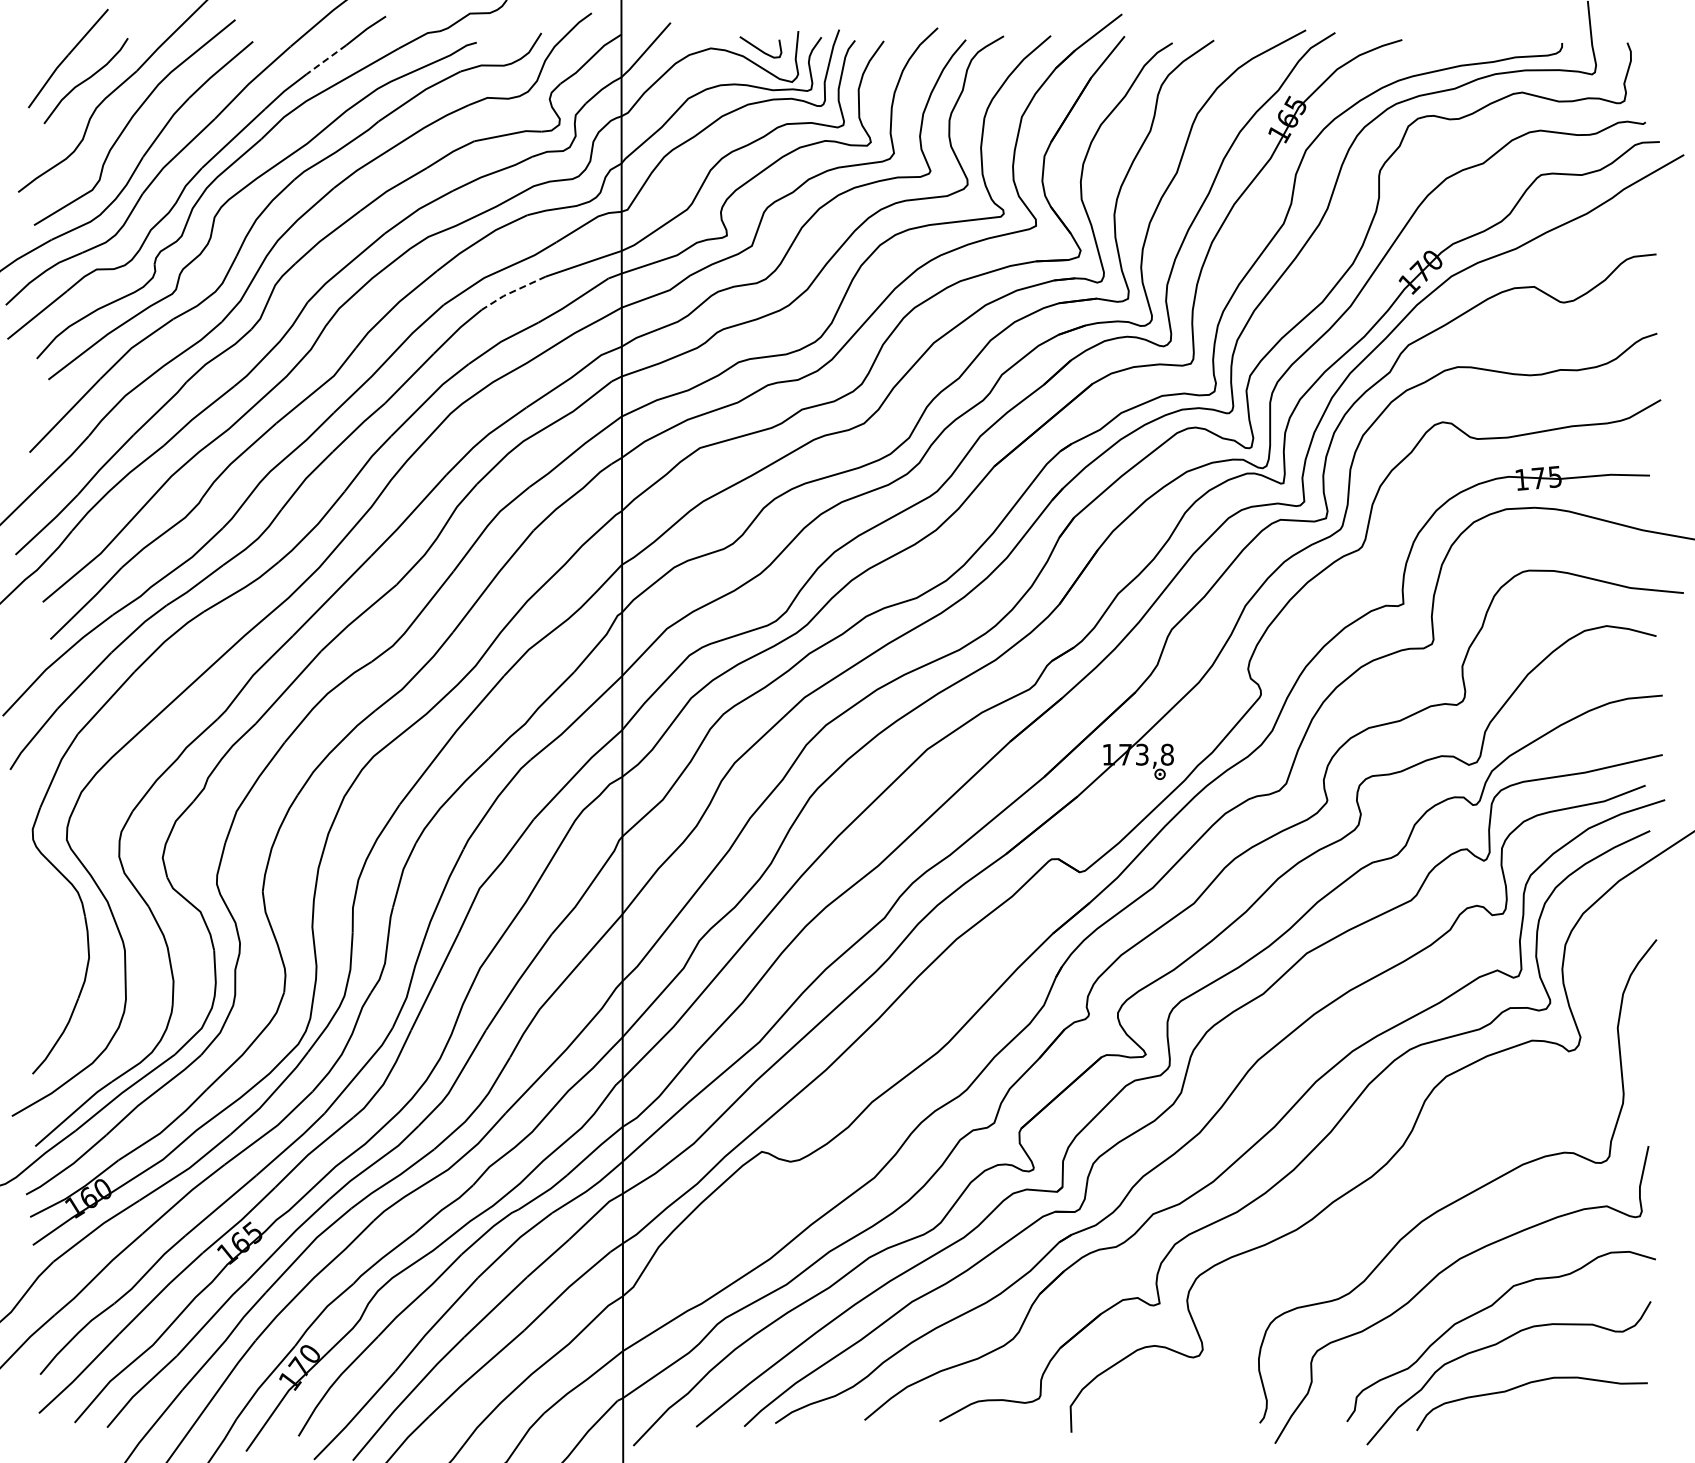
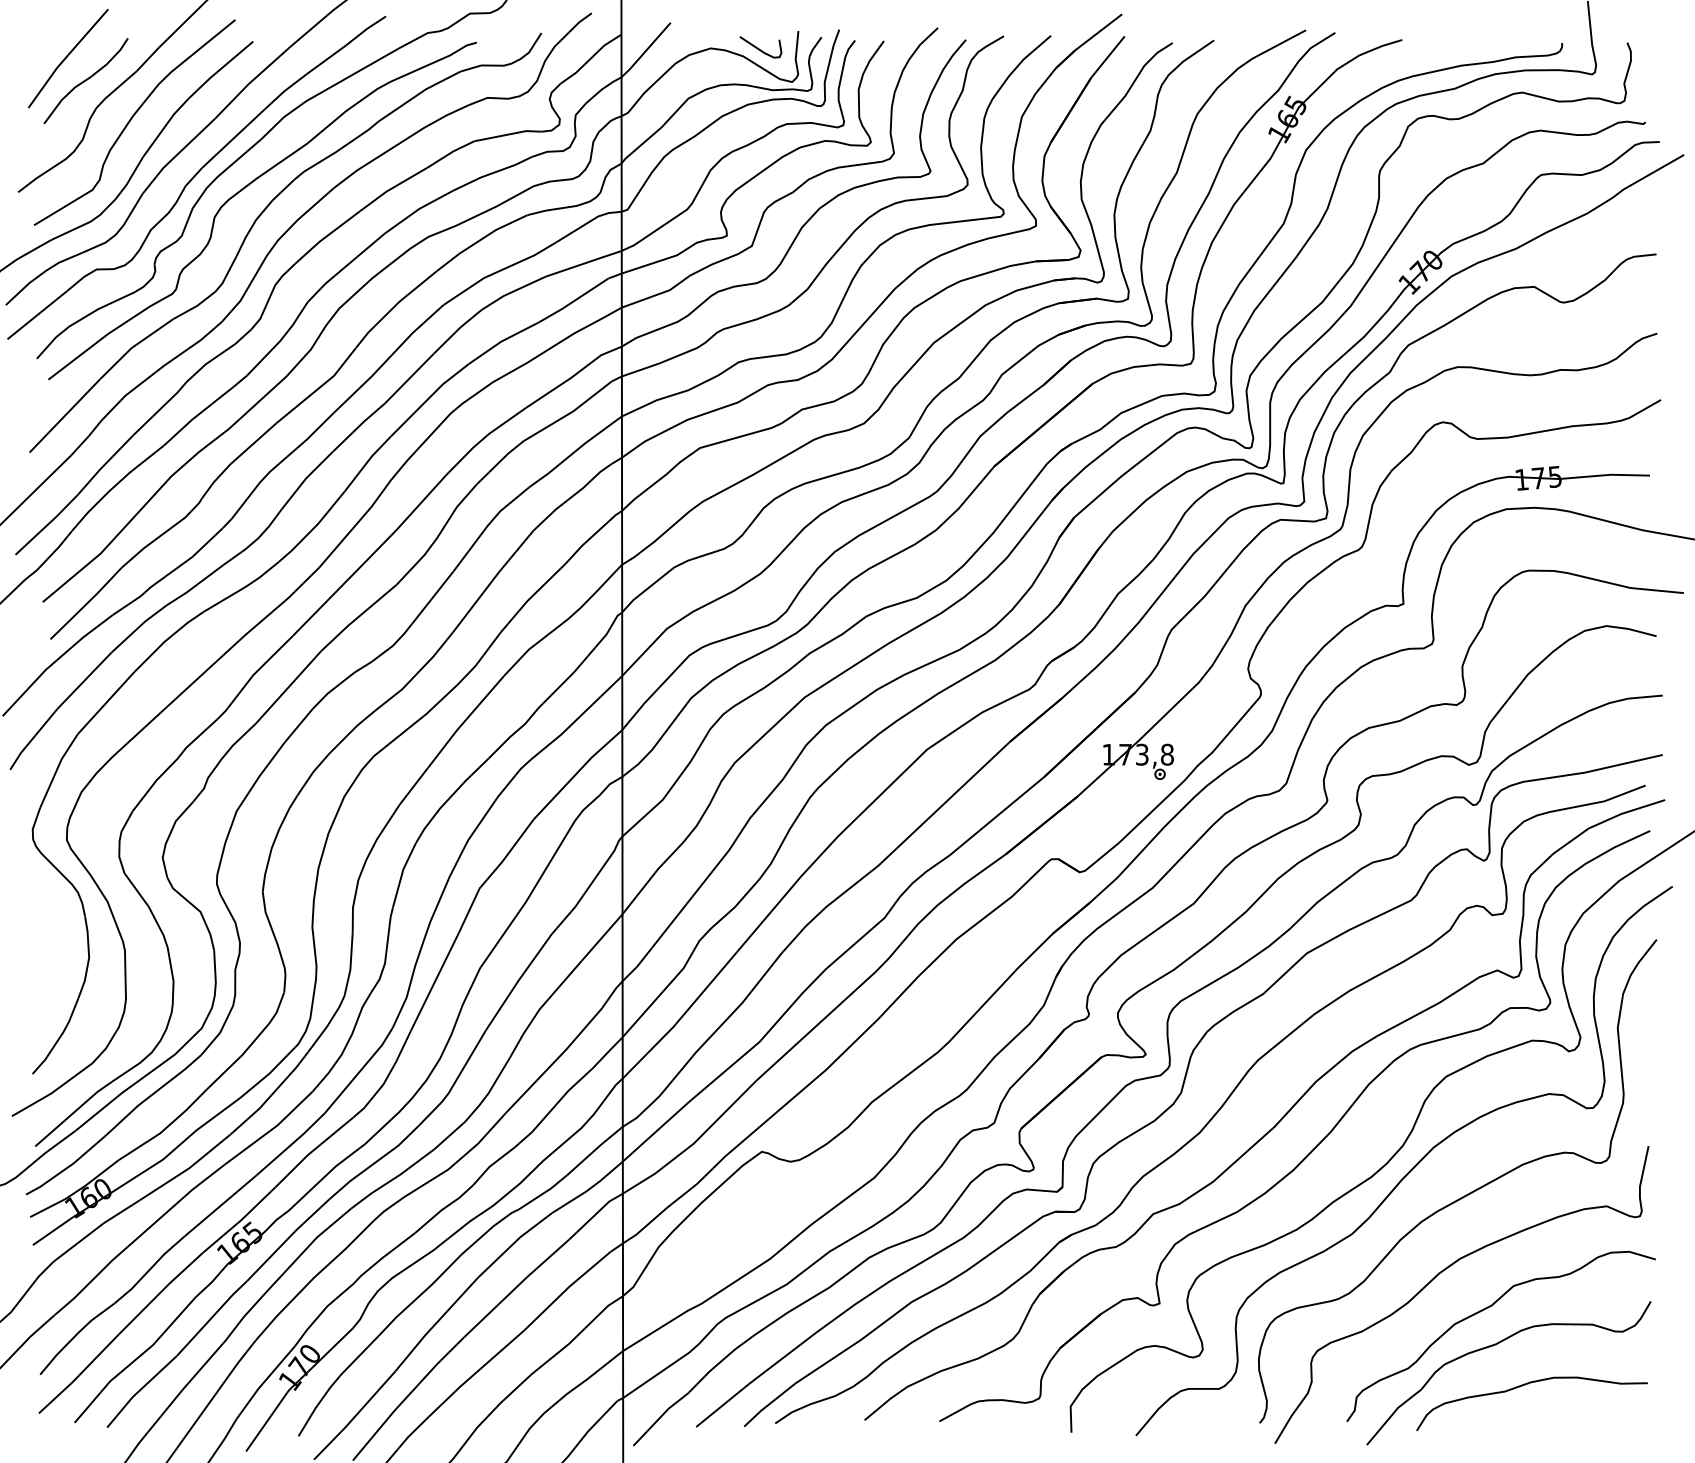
line at (326, 60): dashed -> solid
line at (511, 292): dashed -> solid
curve at (1411, 1168): none -> present
